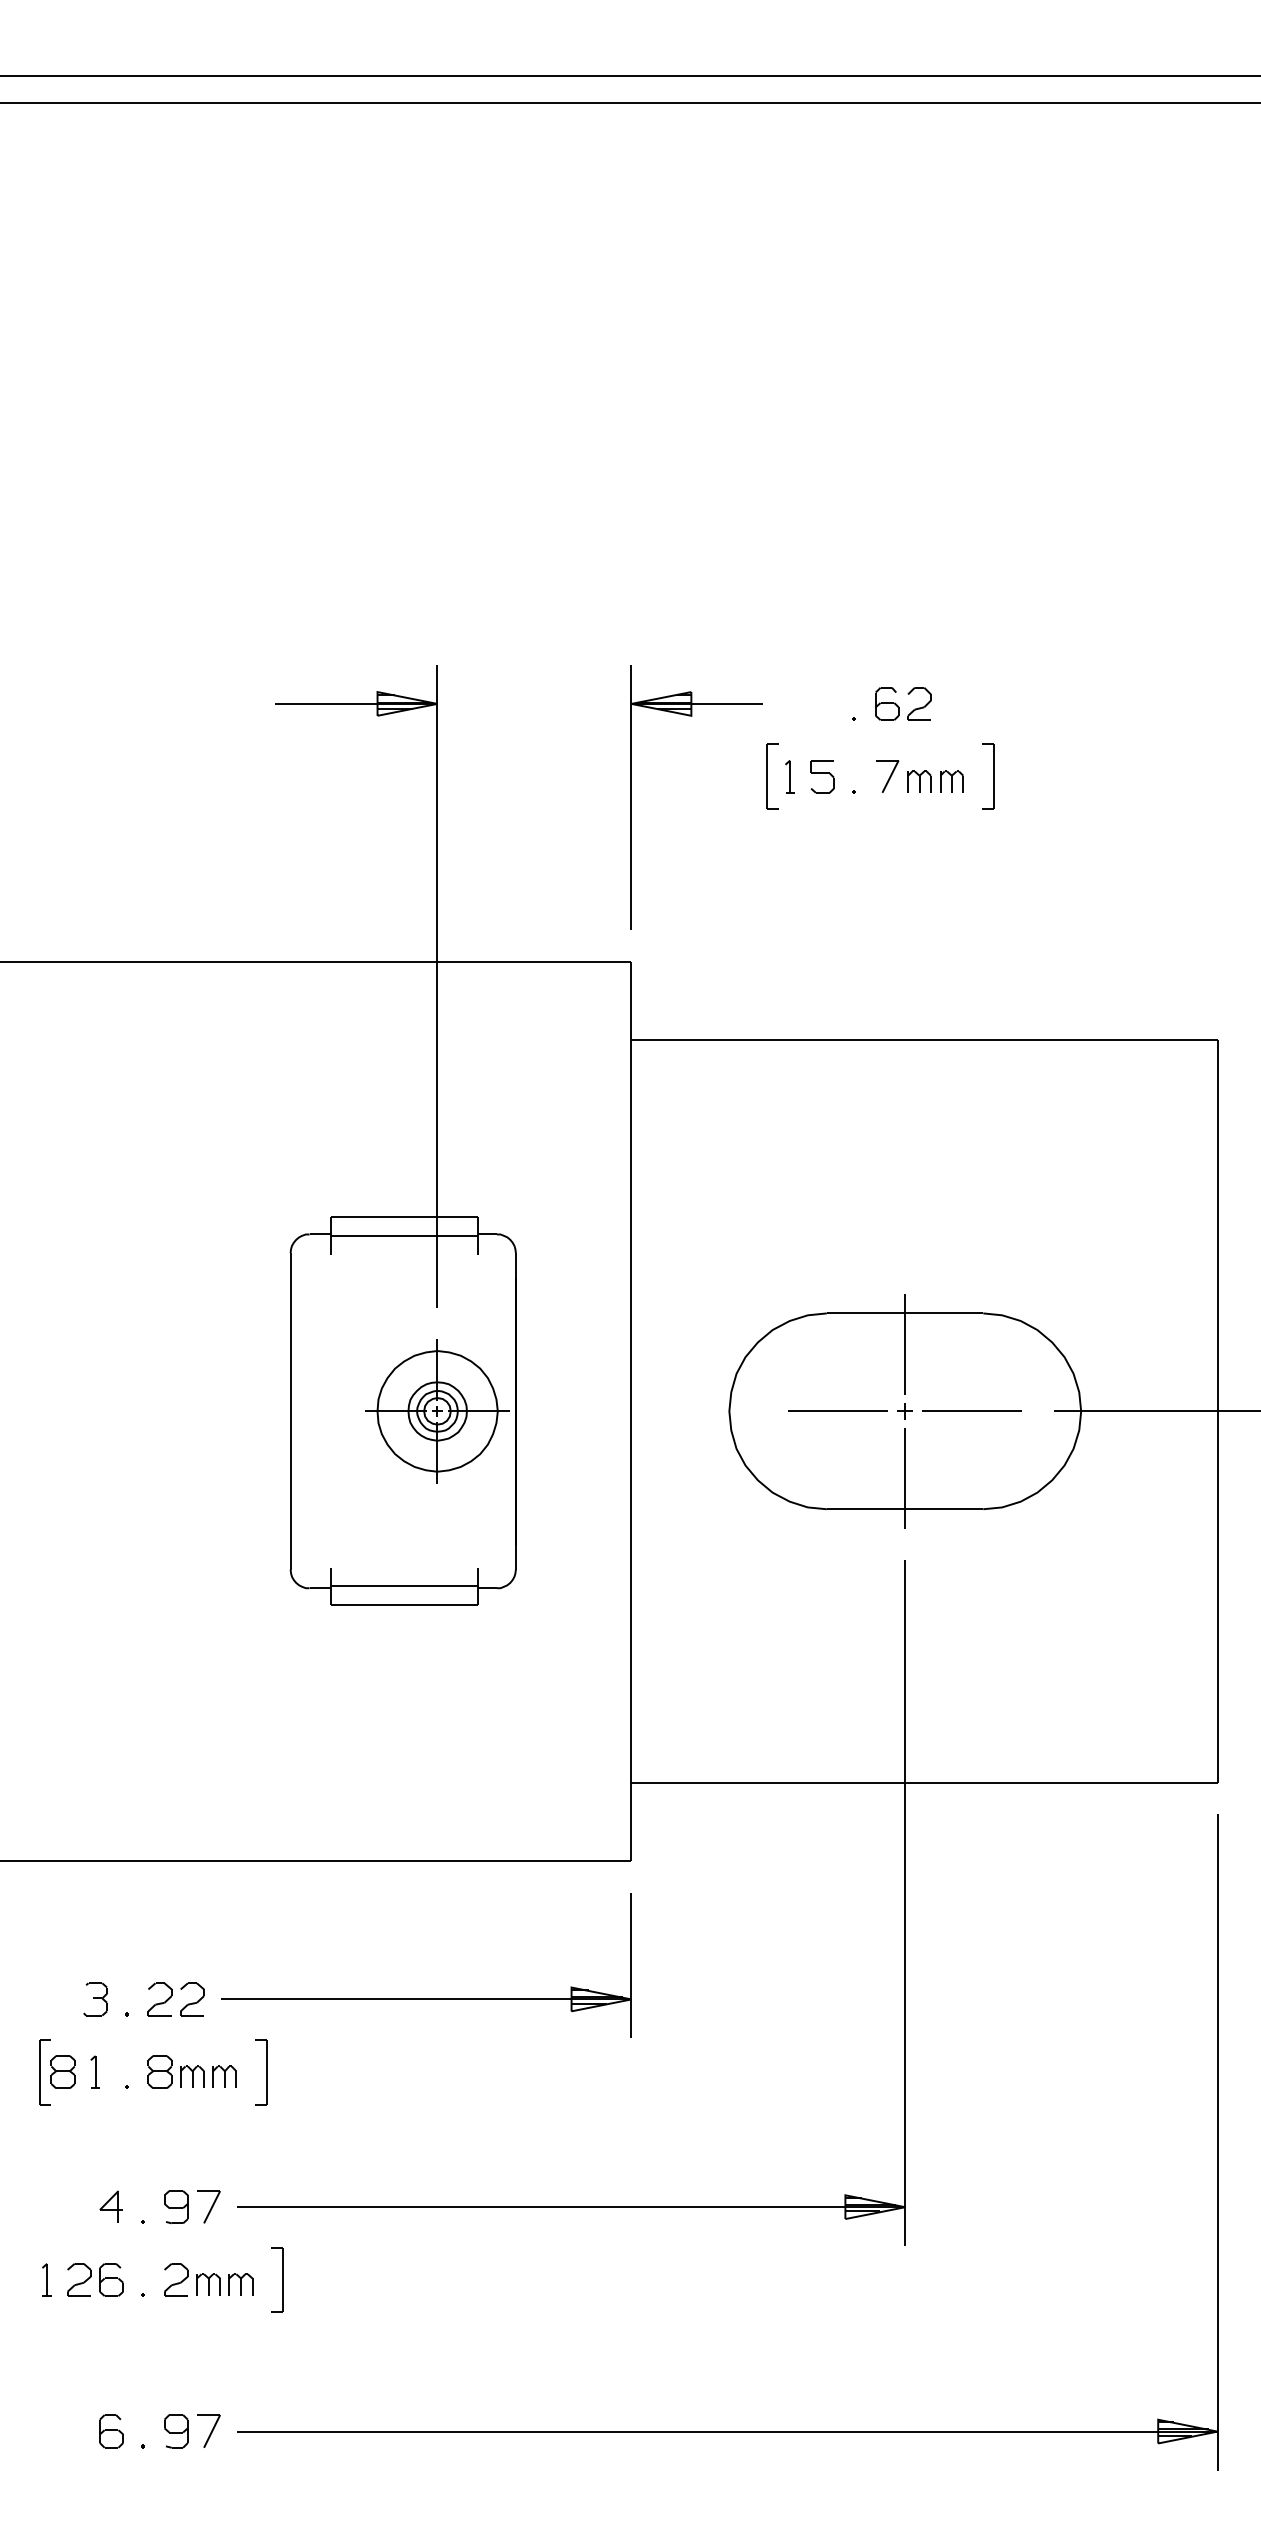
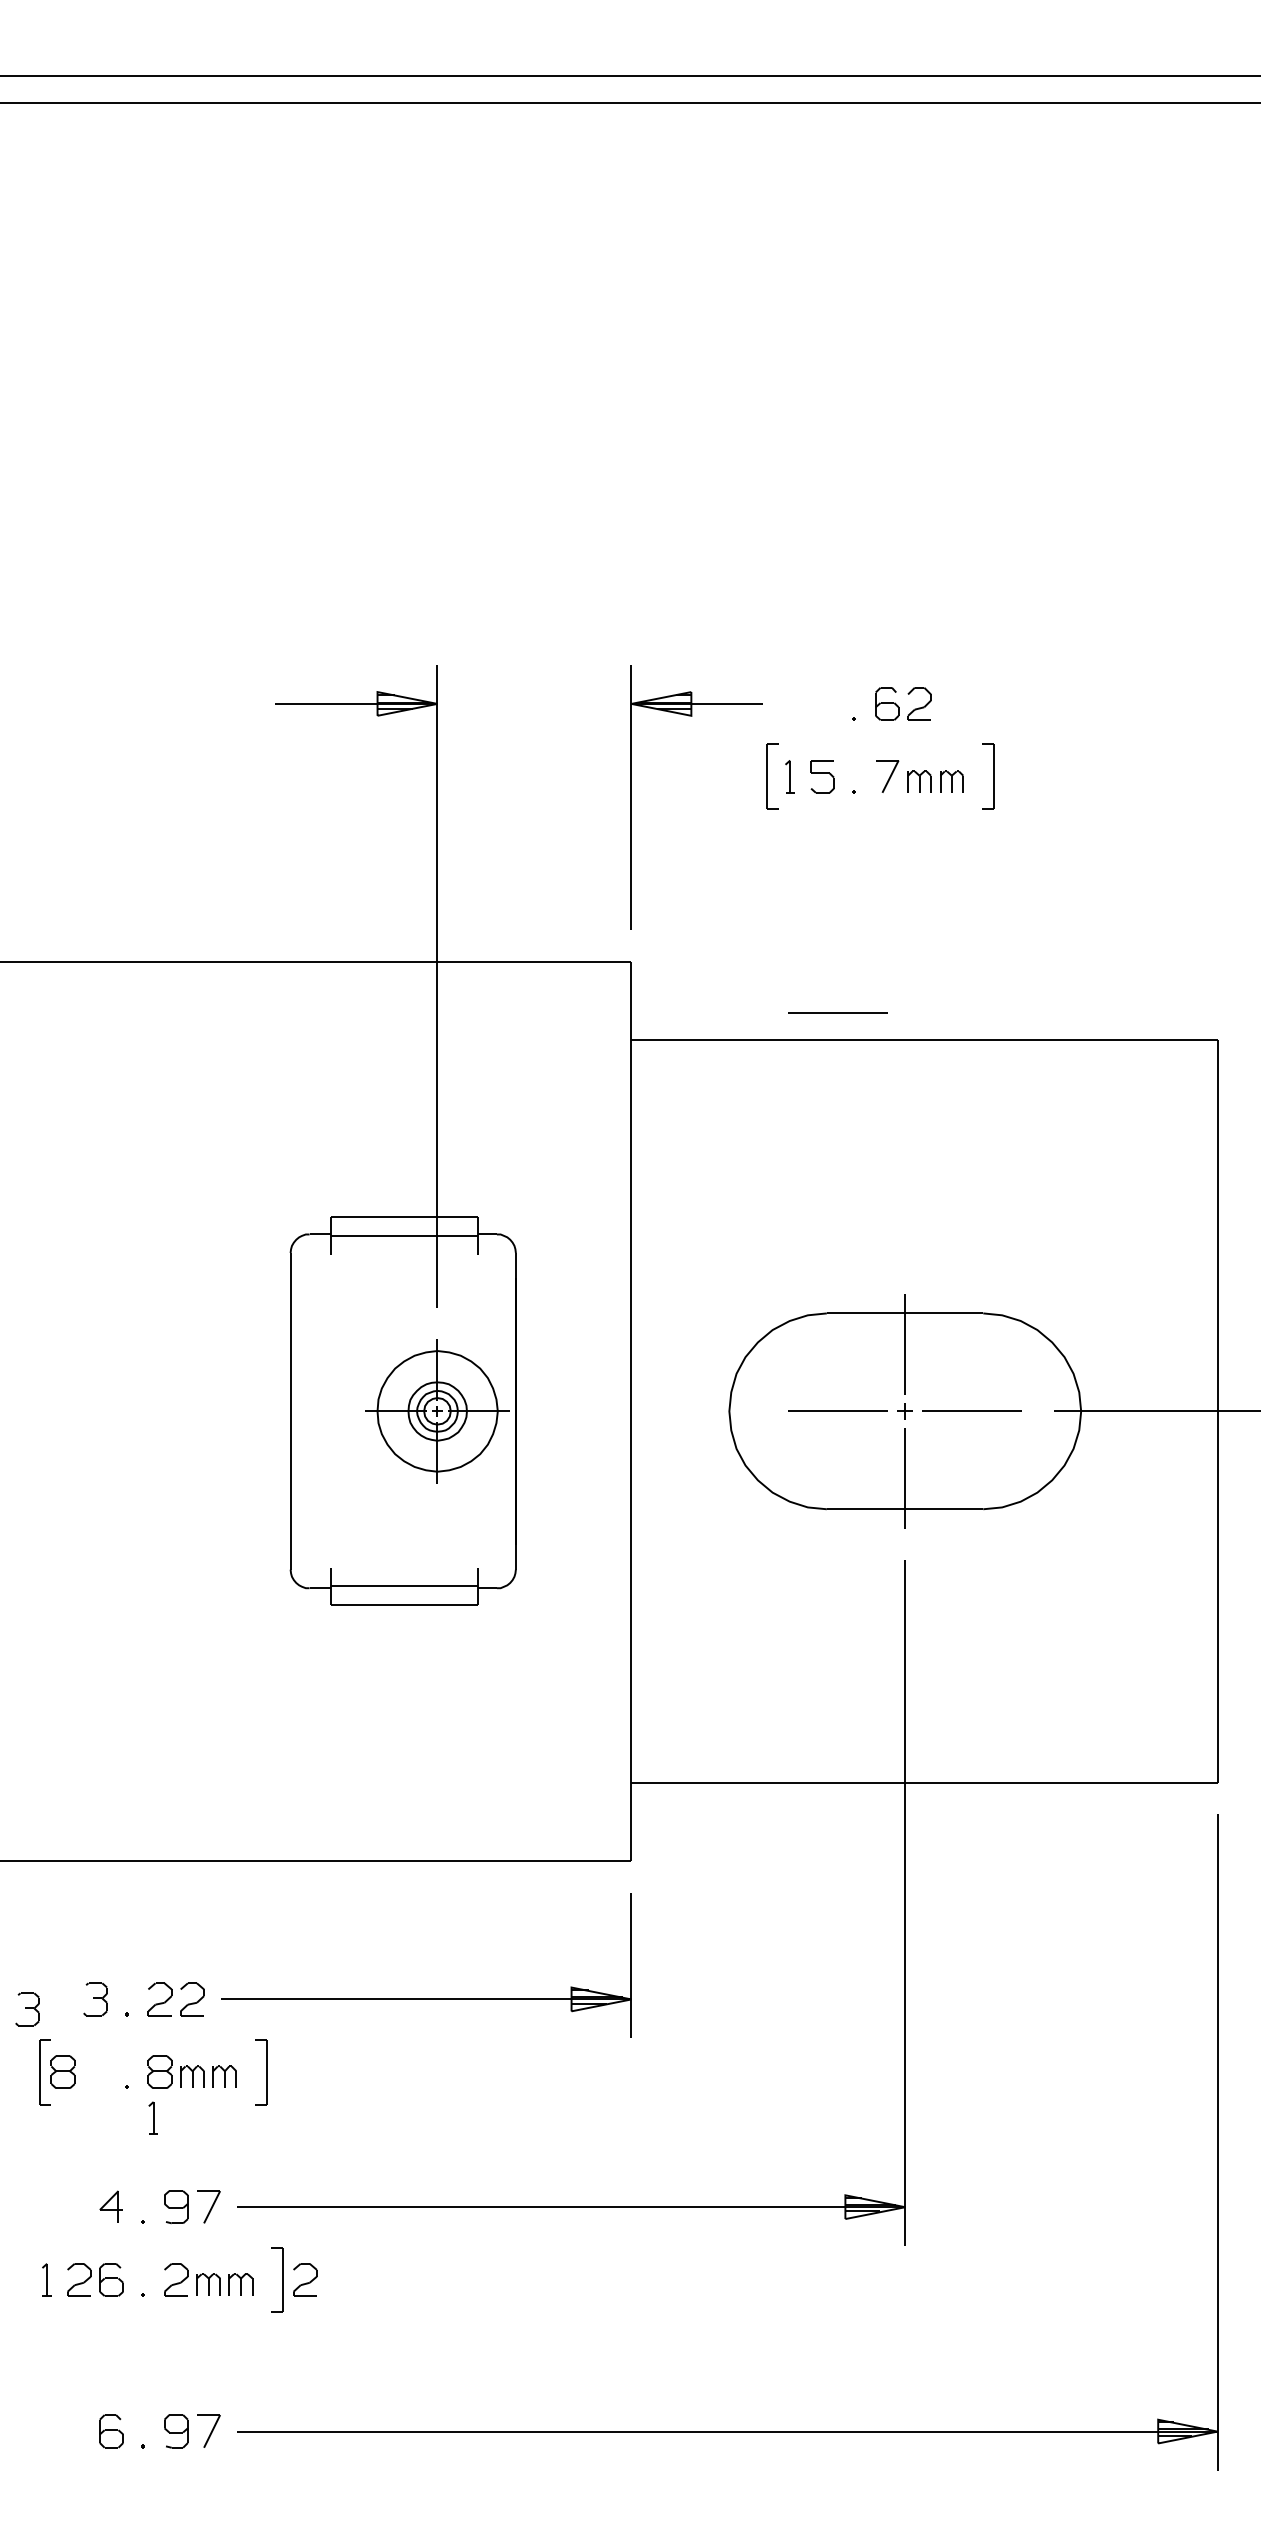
line at (837, 1012): none -> present
part at (27, 2009): none -> present
part at (94, 2071) position: (94, 2071) -> (152, 2117)
part at (305, 2279): none -> present
